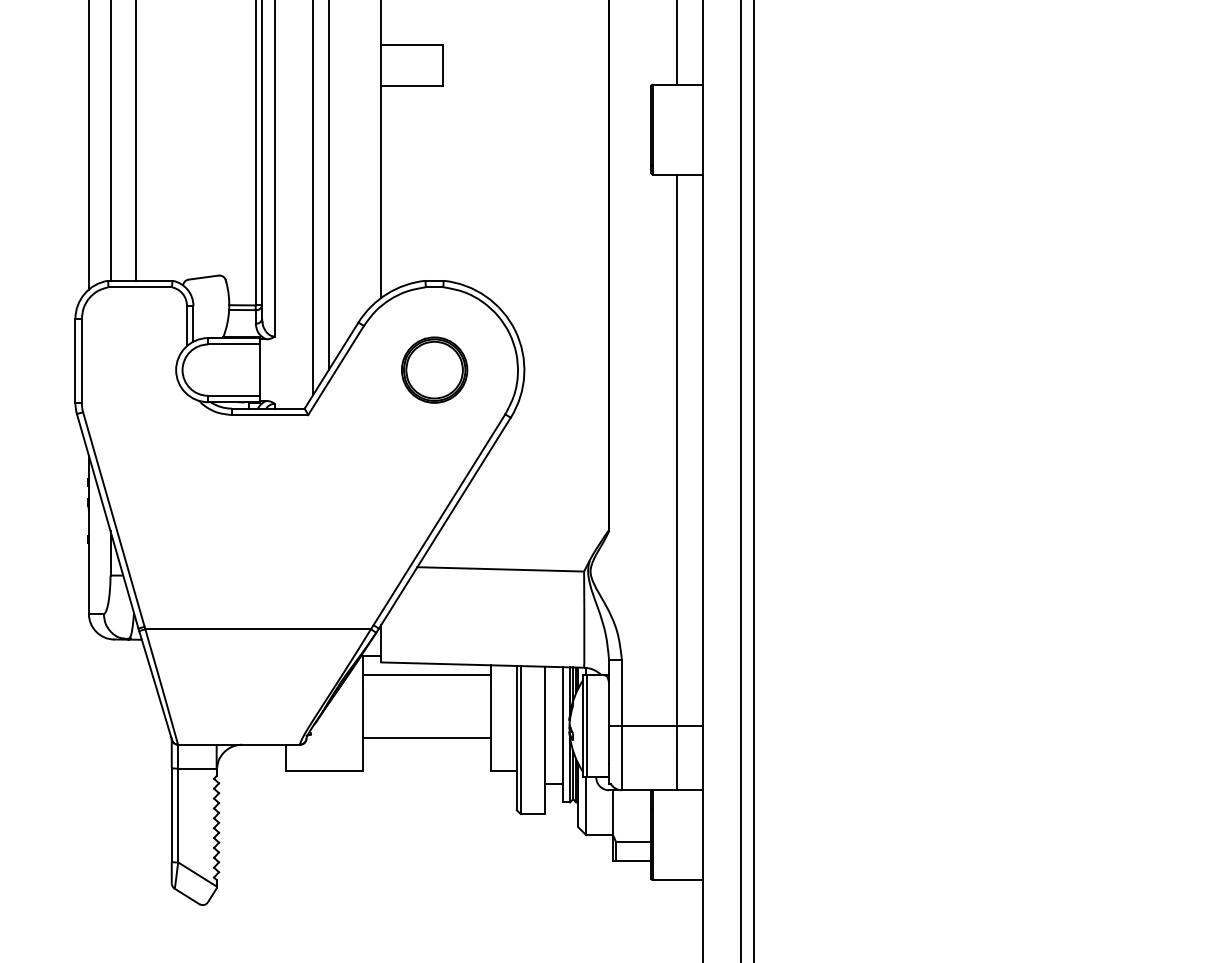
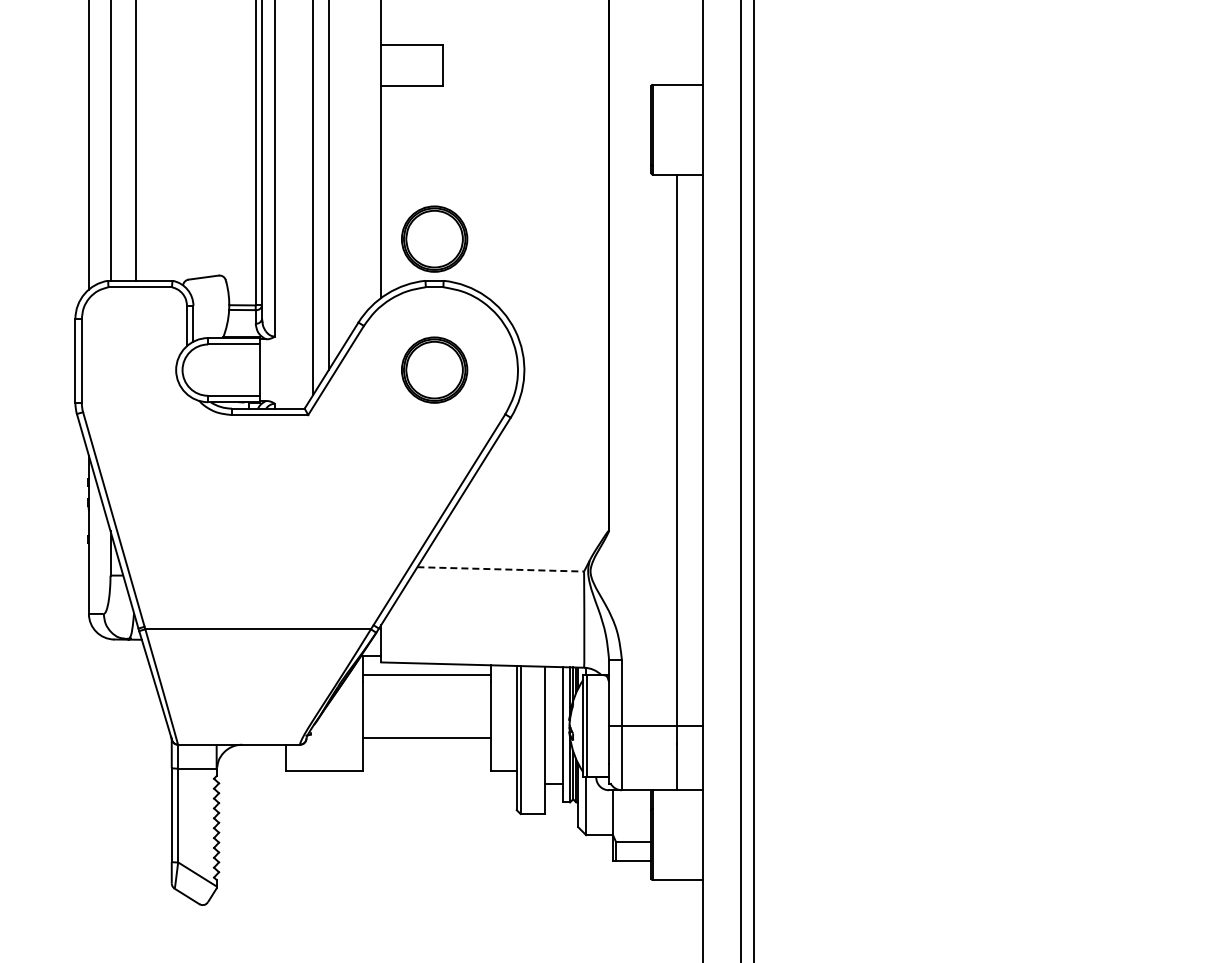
line at (677, 43): present -> none
part at (434, 238): none -> present
line at (501, 569): solid -> dashed
